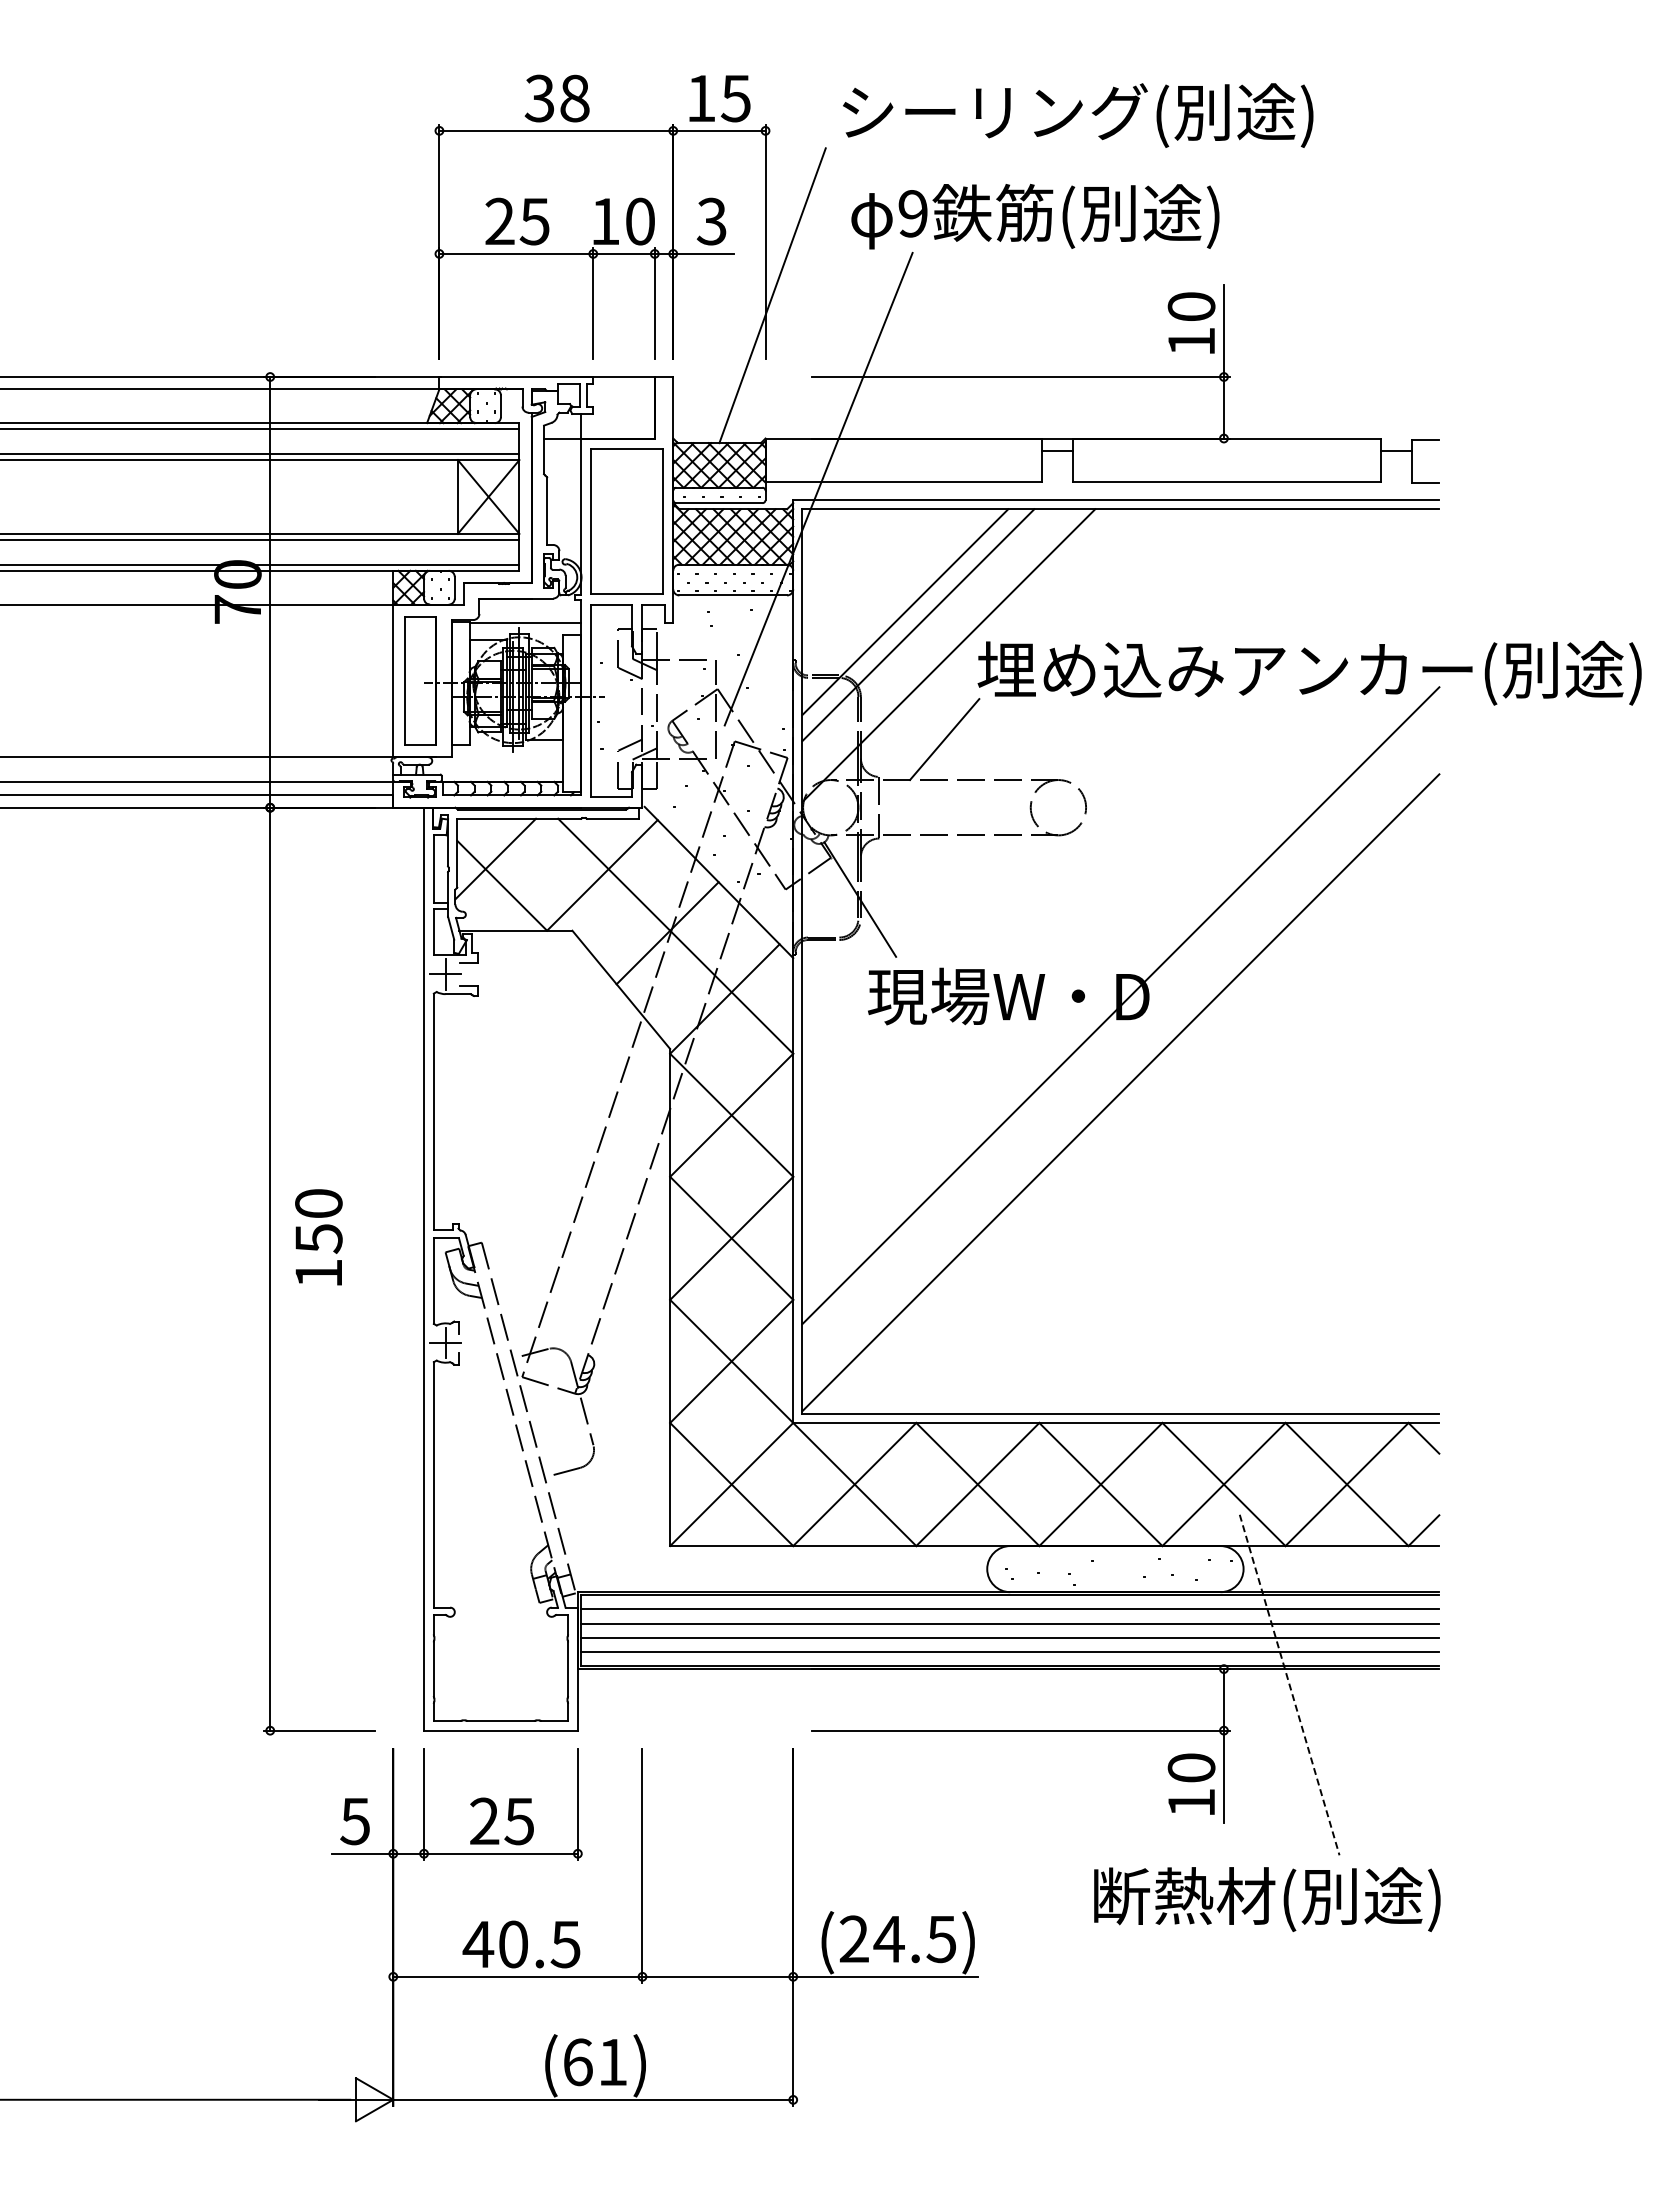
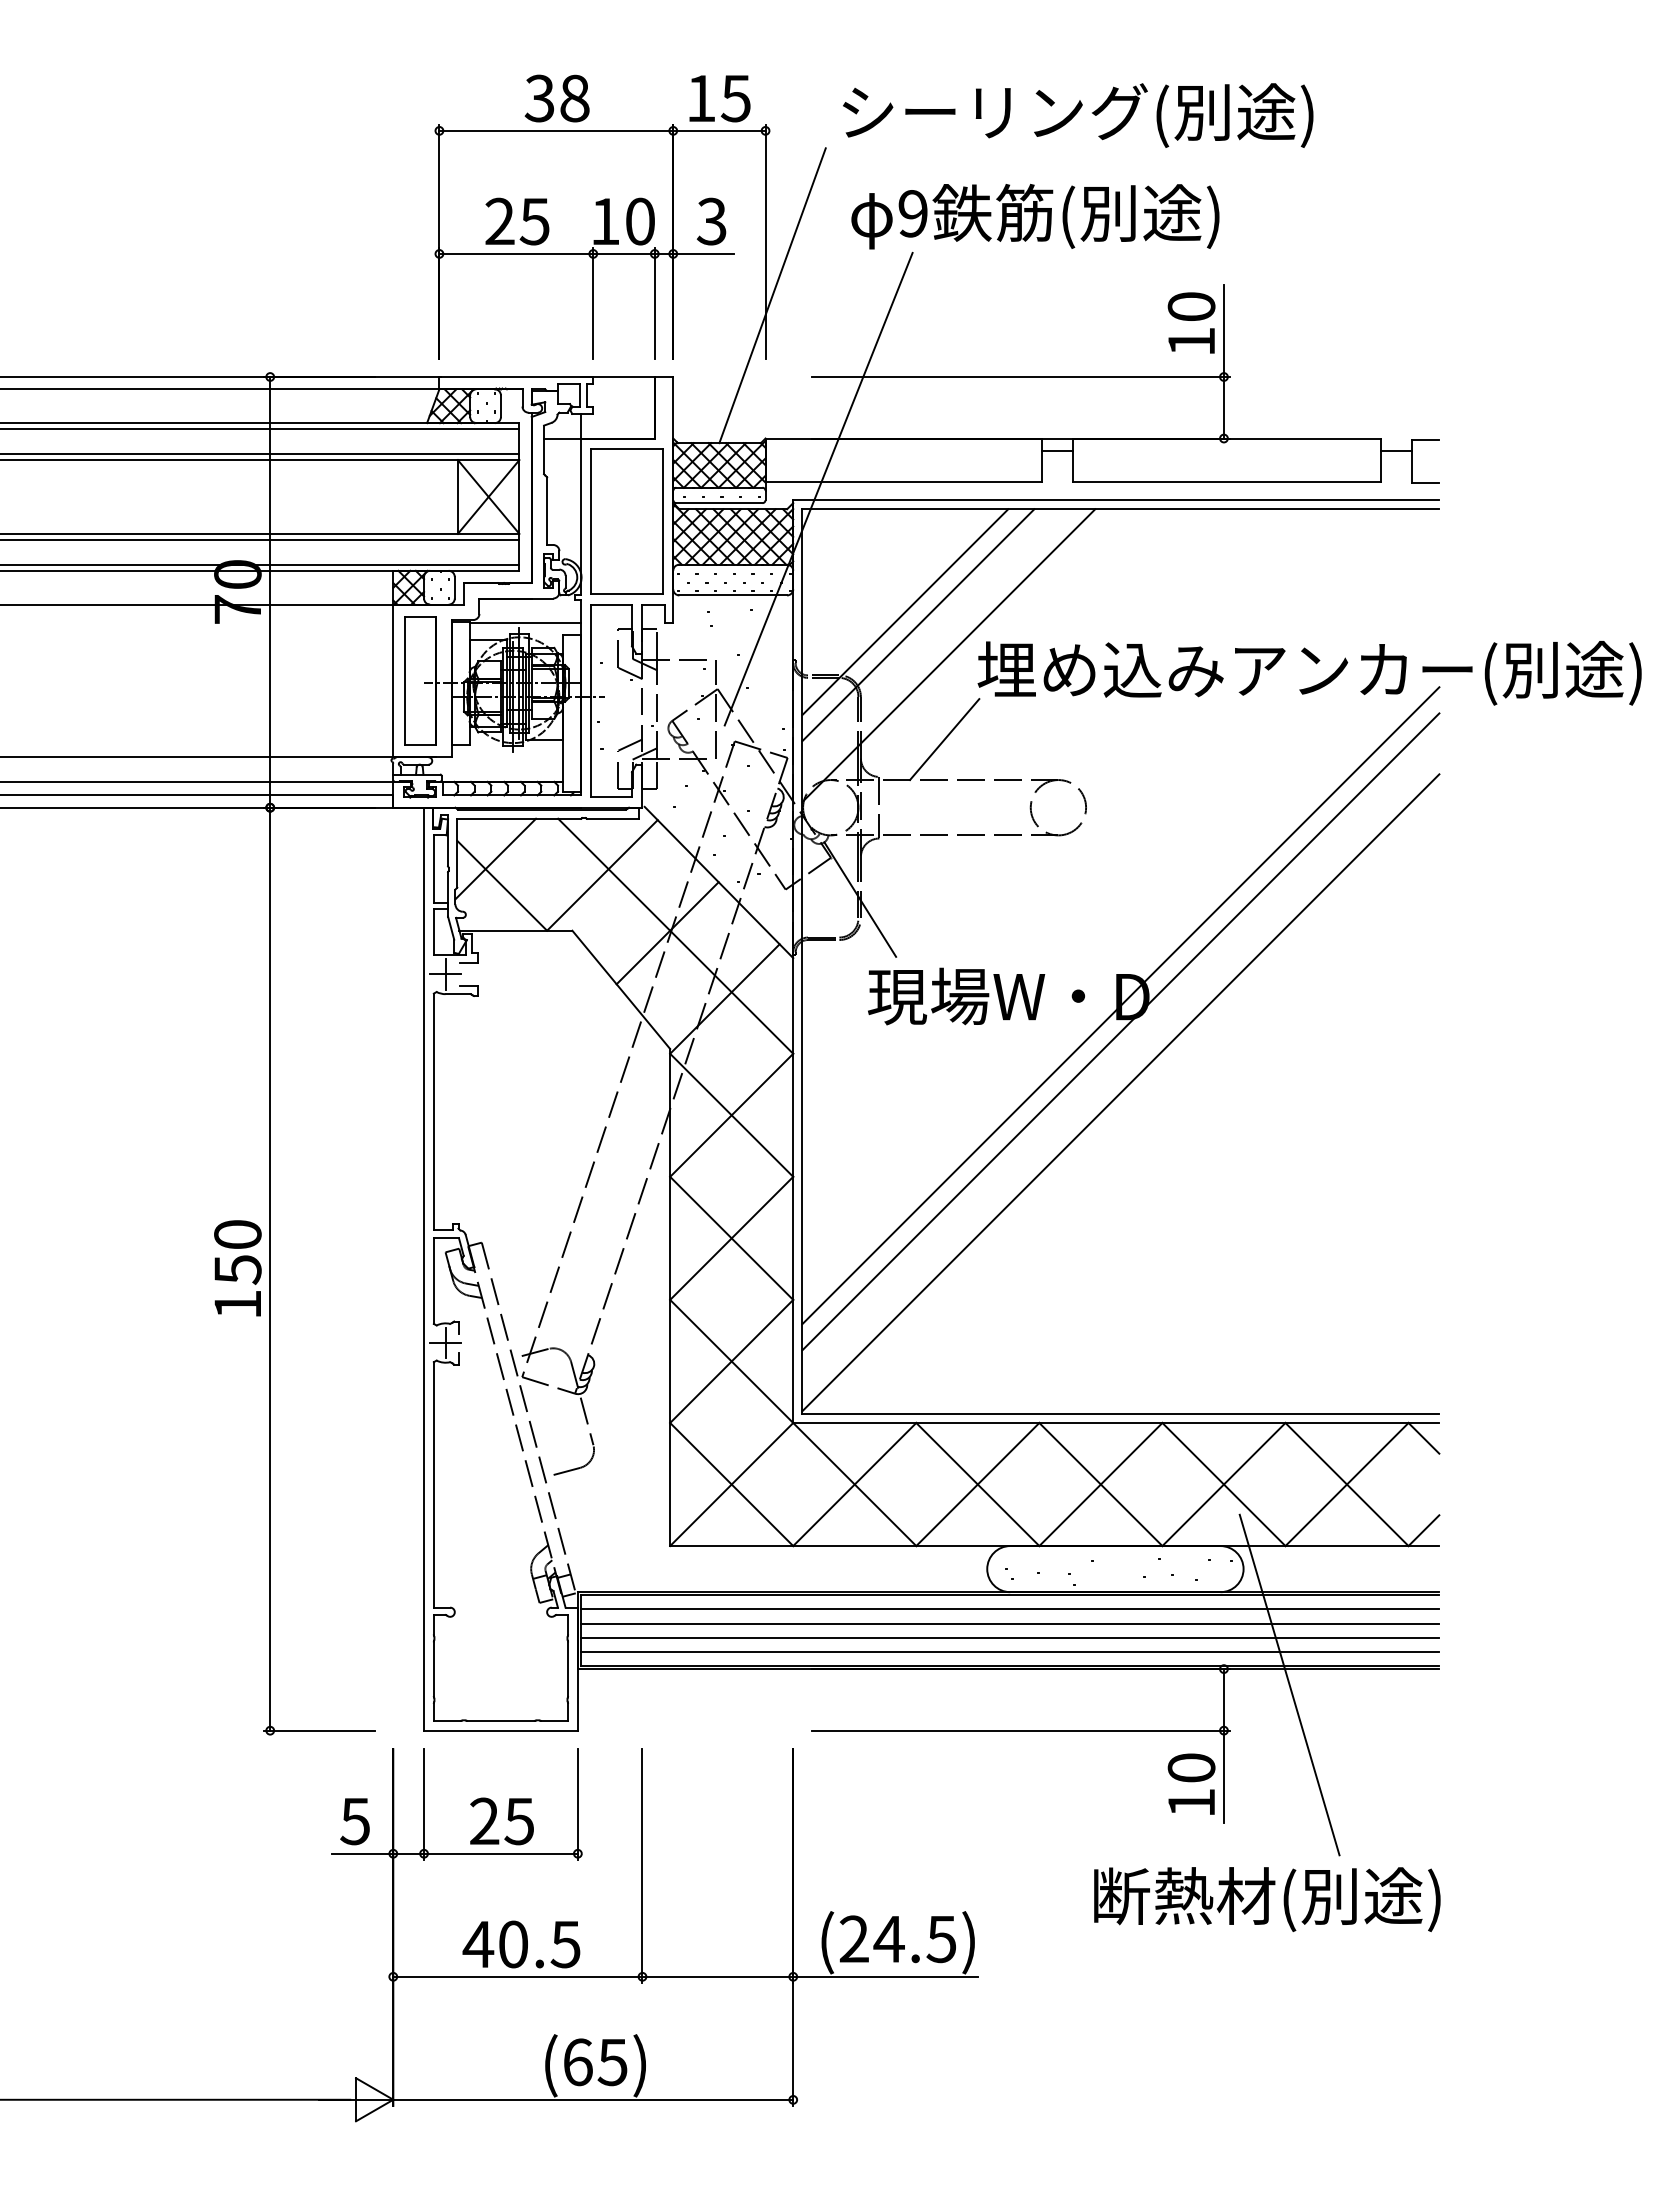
line at (1120, 1031): none -> present
text at (318, 1237) position: (318, 1237) -> (237, 1268)
line at (1289, 1685): dashed -> solid
text at (612, 2062): (61) -> (65)
